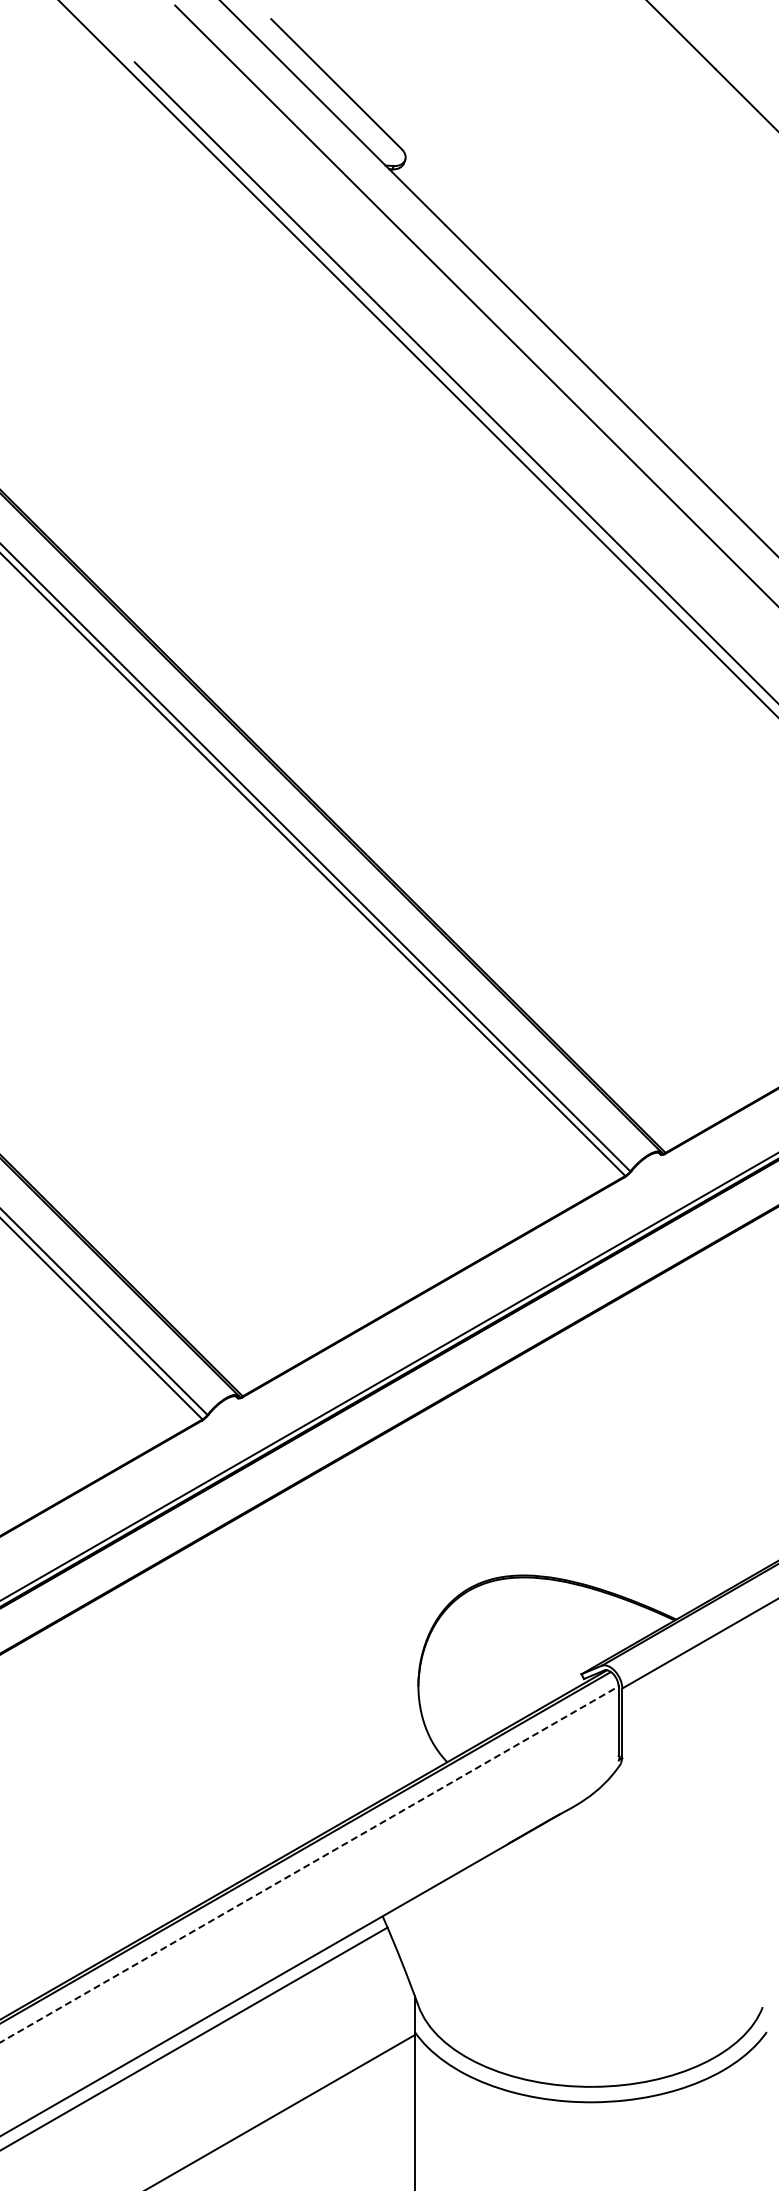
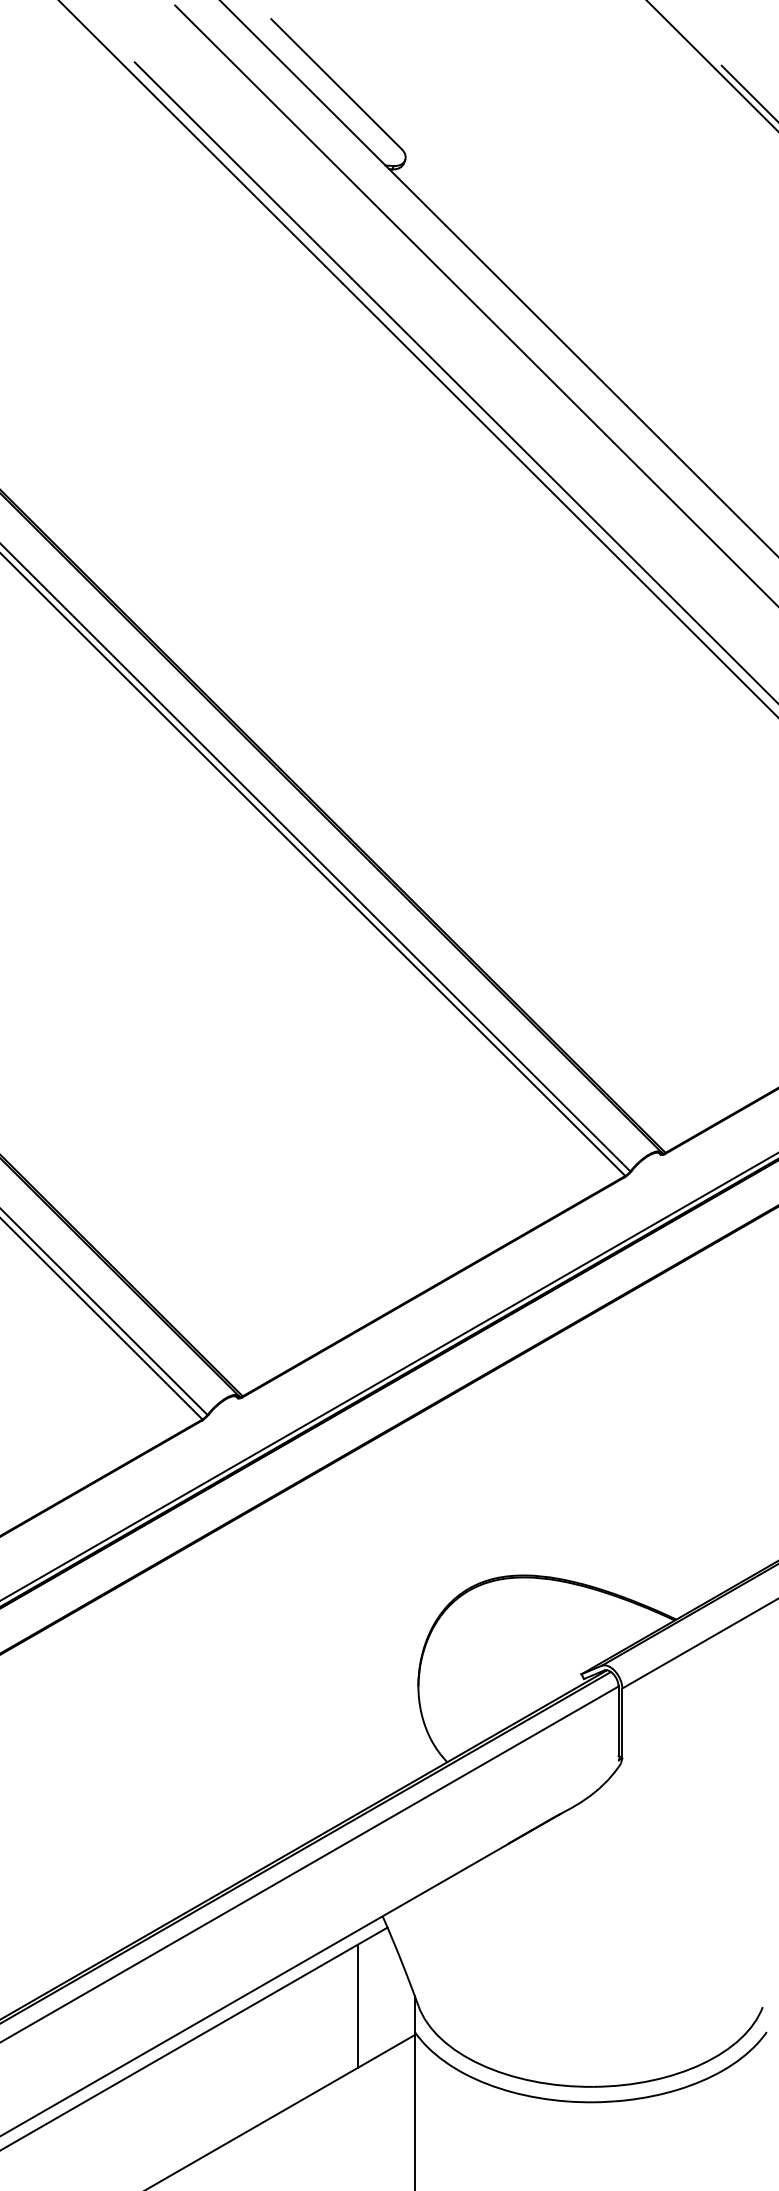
line at (748, 92): none -> present
line at (309, 1864): dashed -> solid
line at (358, 2005): none -> present
